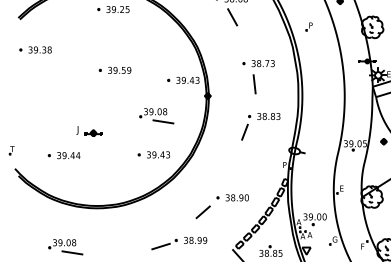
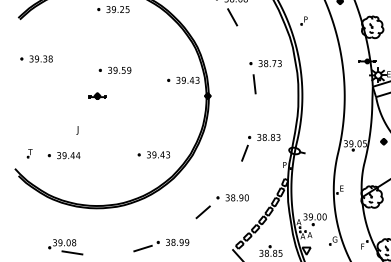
part at (308, 26) position: (308, 26) -> (303, 20)
part at (35, 49) position: (35, 49) -> (36, 58)
part at (258, 63) position: (258, 63) -> (265, 63)
part at (156, 116): present -> none
part at (260, 119) position: (260, 119) -> (260, 140)
part at (93, 132) position: (93, 132) -> (97, 95)
part at (11, 150) position: (11, 150) -> (29, 153)
part at (179, 243) position: (179, 243) -> (161, 245)
